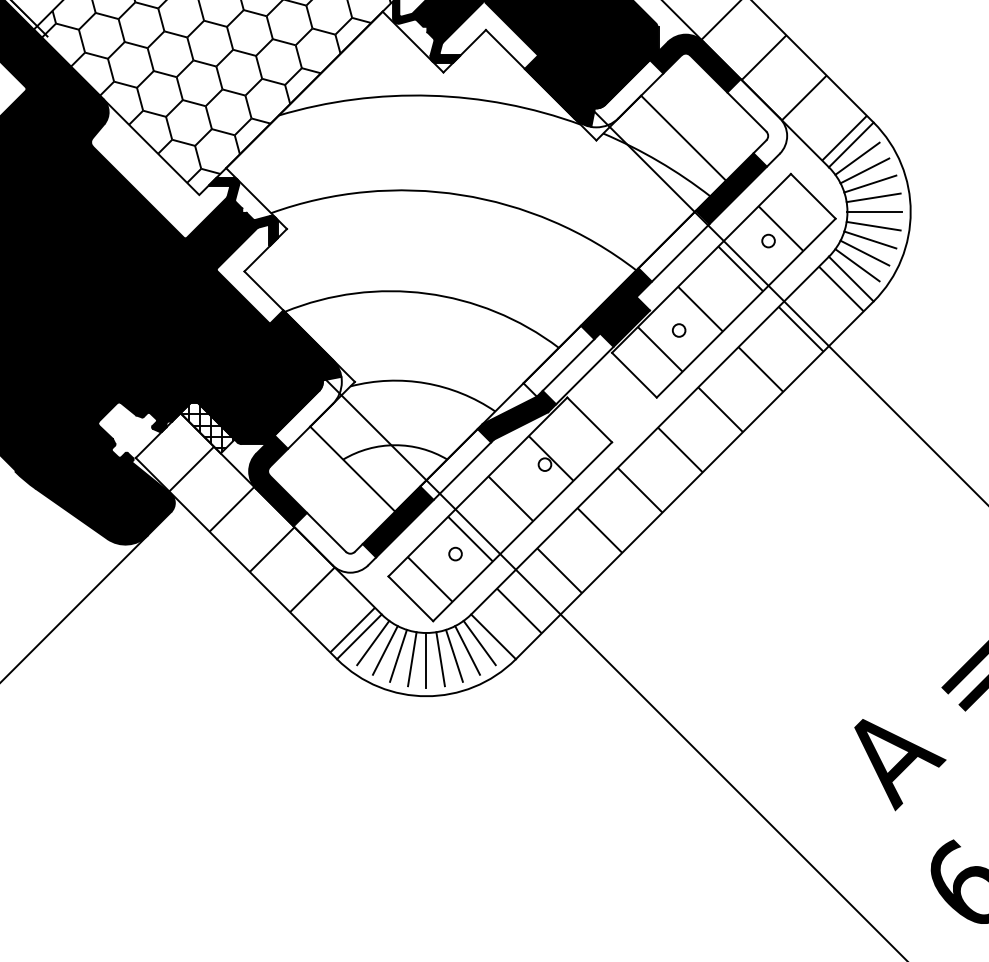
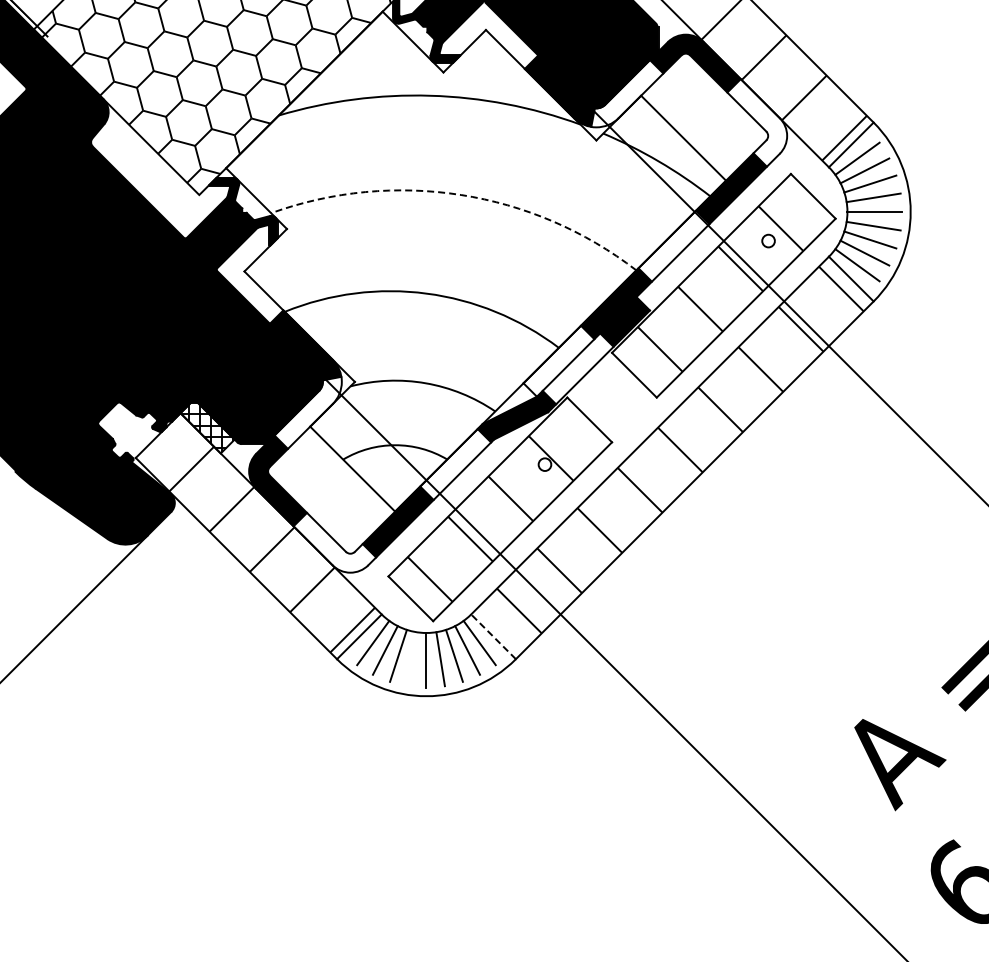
arc at (461, 195): solid -> dashed
circle at (679, 330): present -> none
circle at (455, 553): present -> none
line at (493, 636): solid -> dashed
line at (412, 659): present -> none
